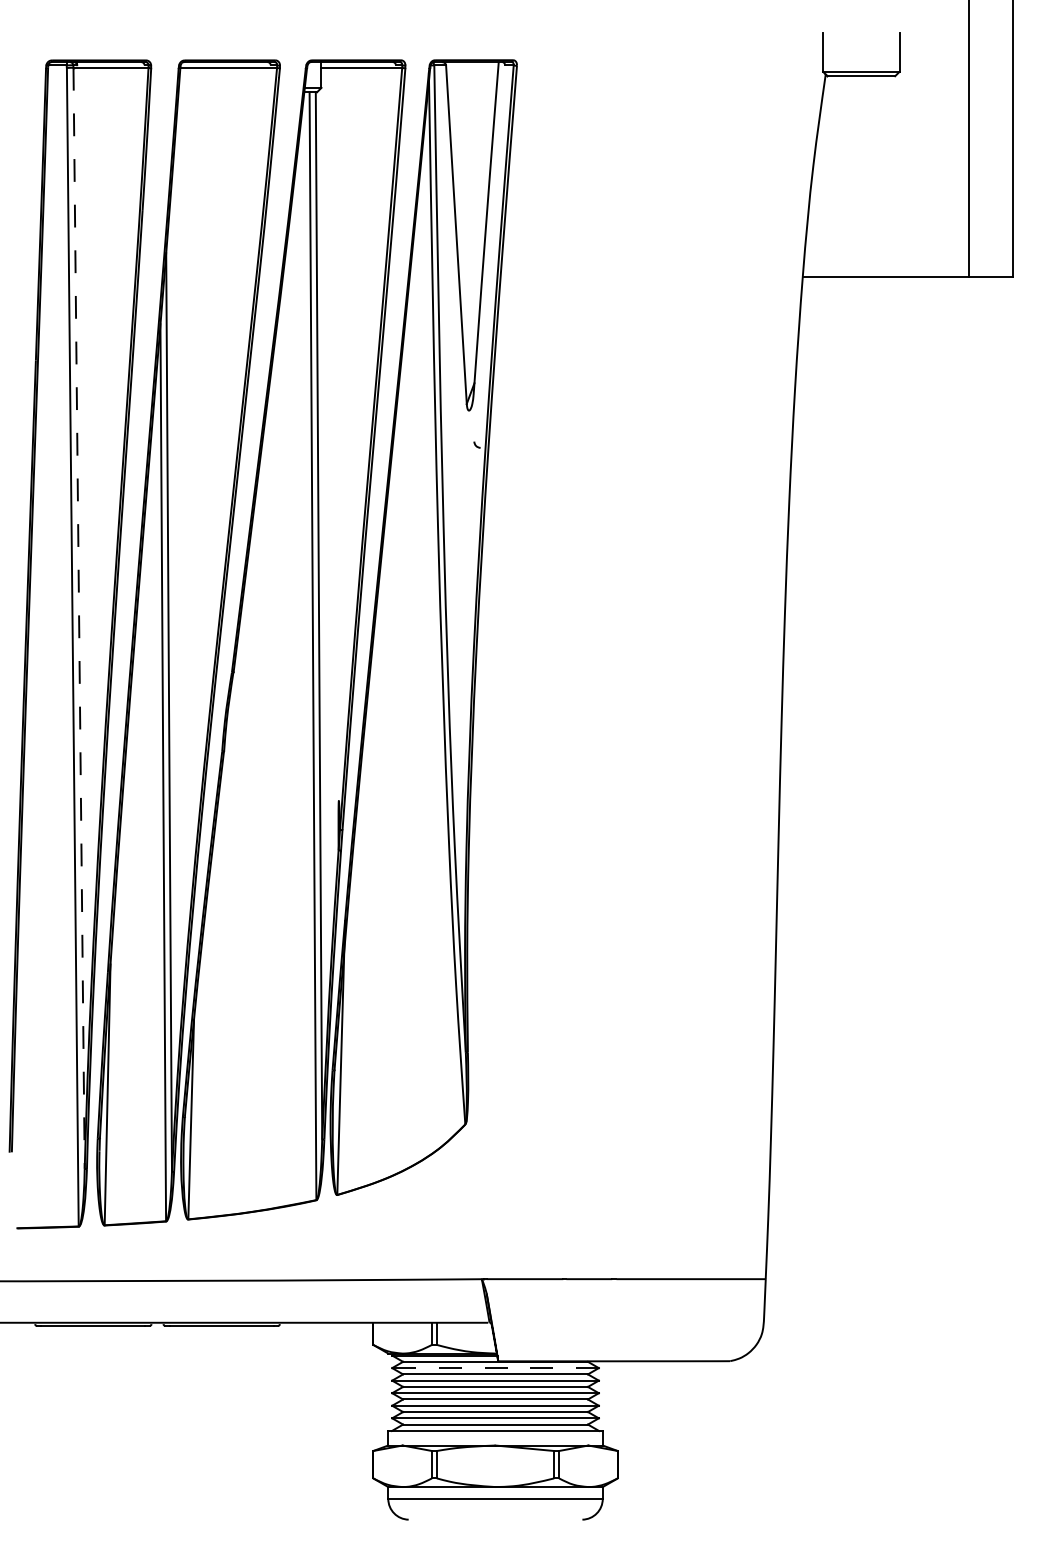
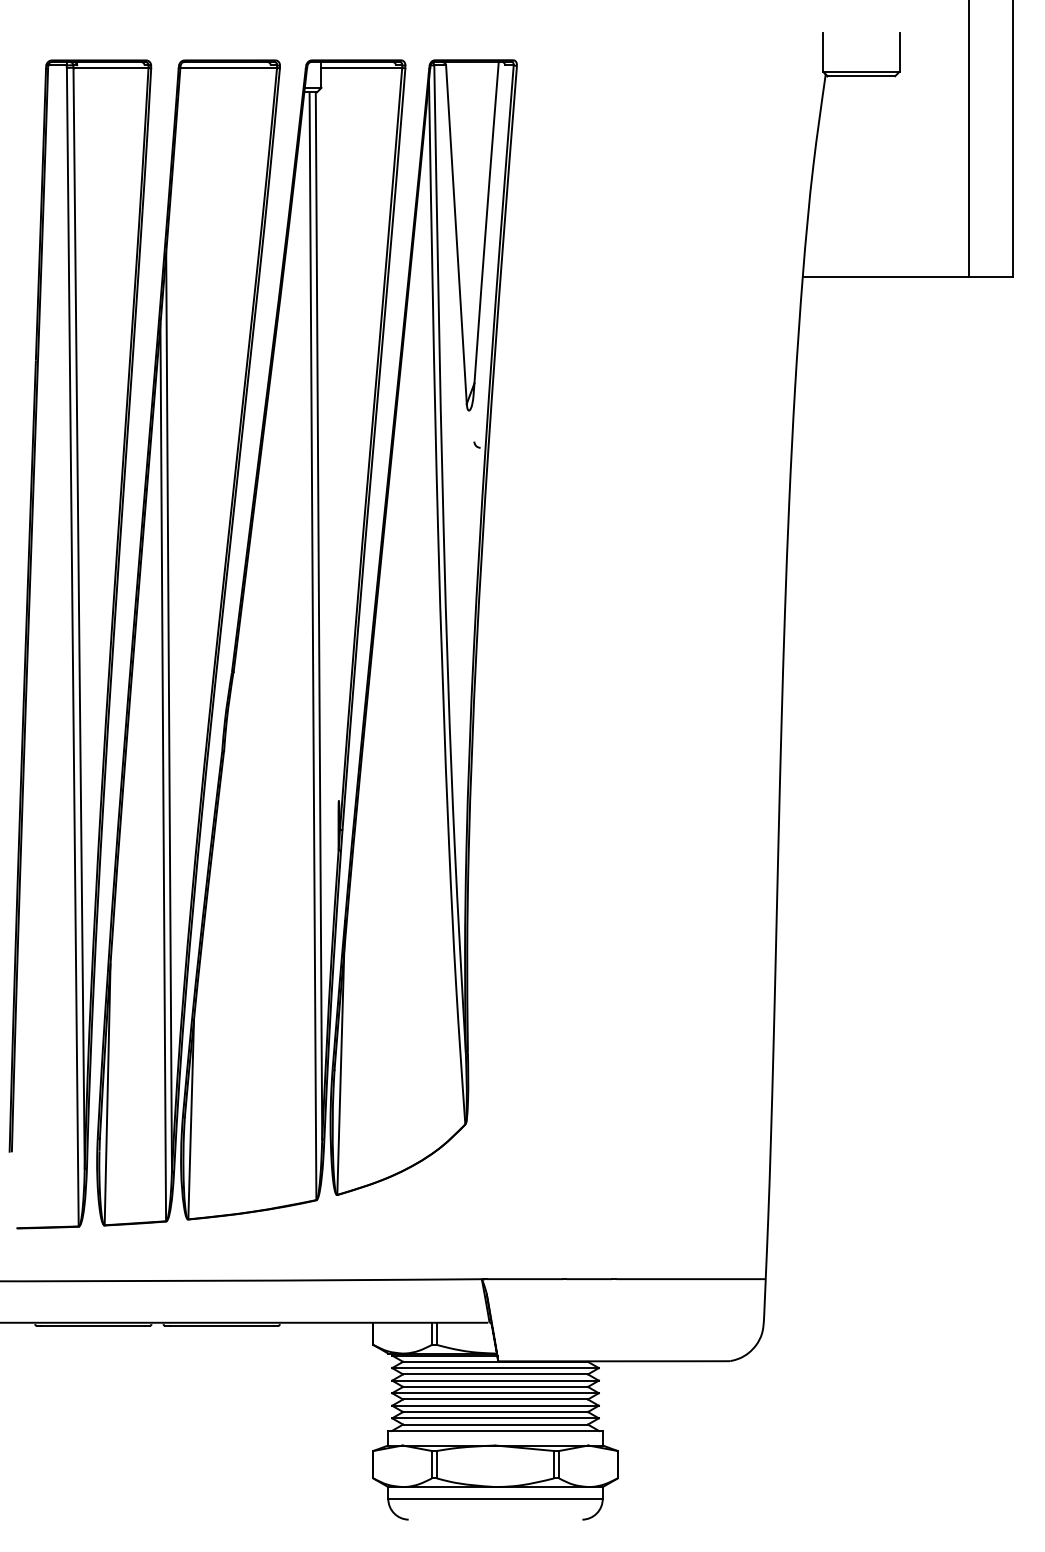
line at (79, 618): dashed -> solid
line at (495, 1368): dashed -> solid
